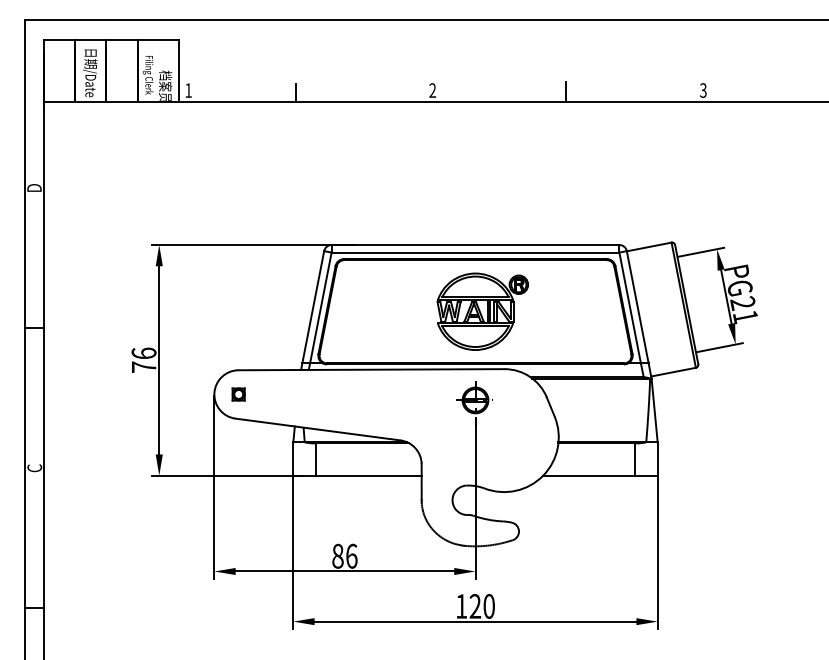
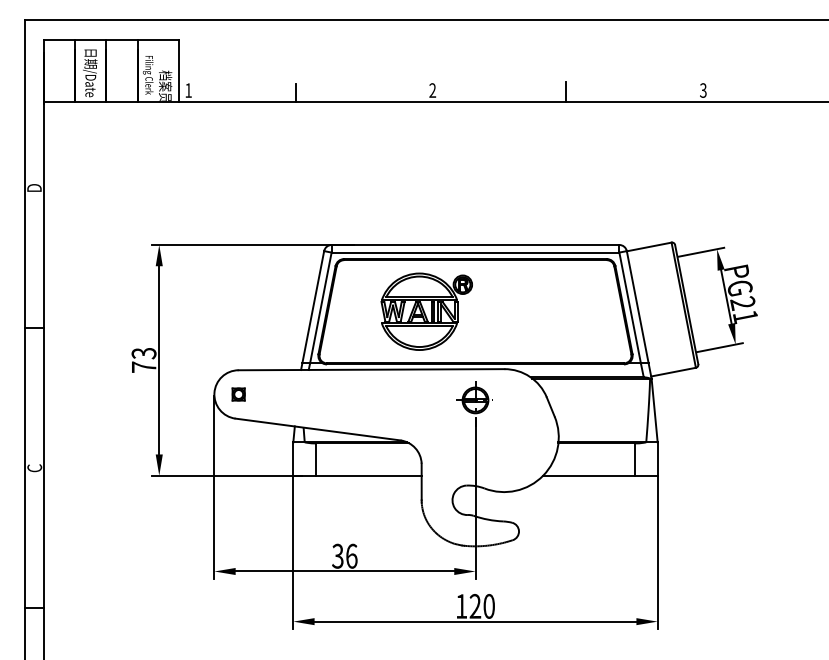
part at (482, 311) position: (482, 311) -> (426, 311)
text at (143, 353): 76 -> 73
text at (337, 555): 86 -> 36
